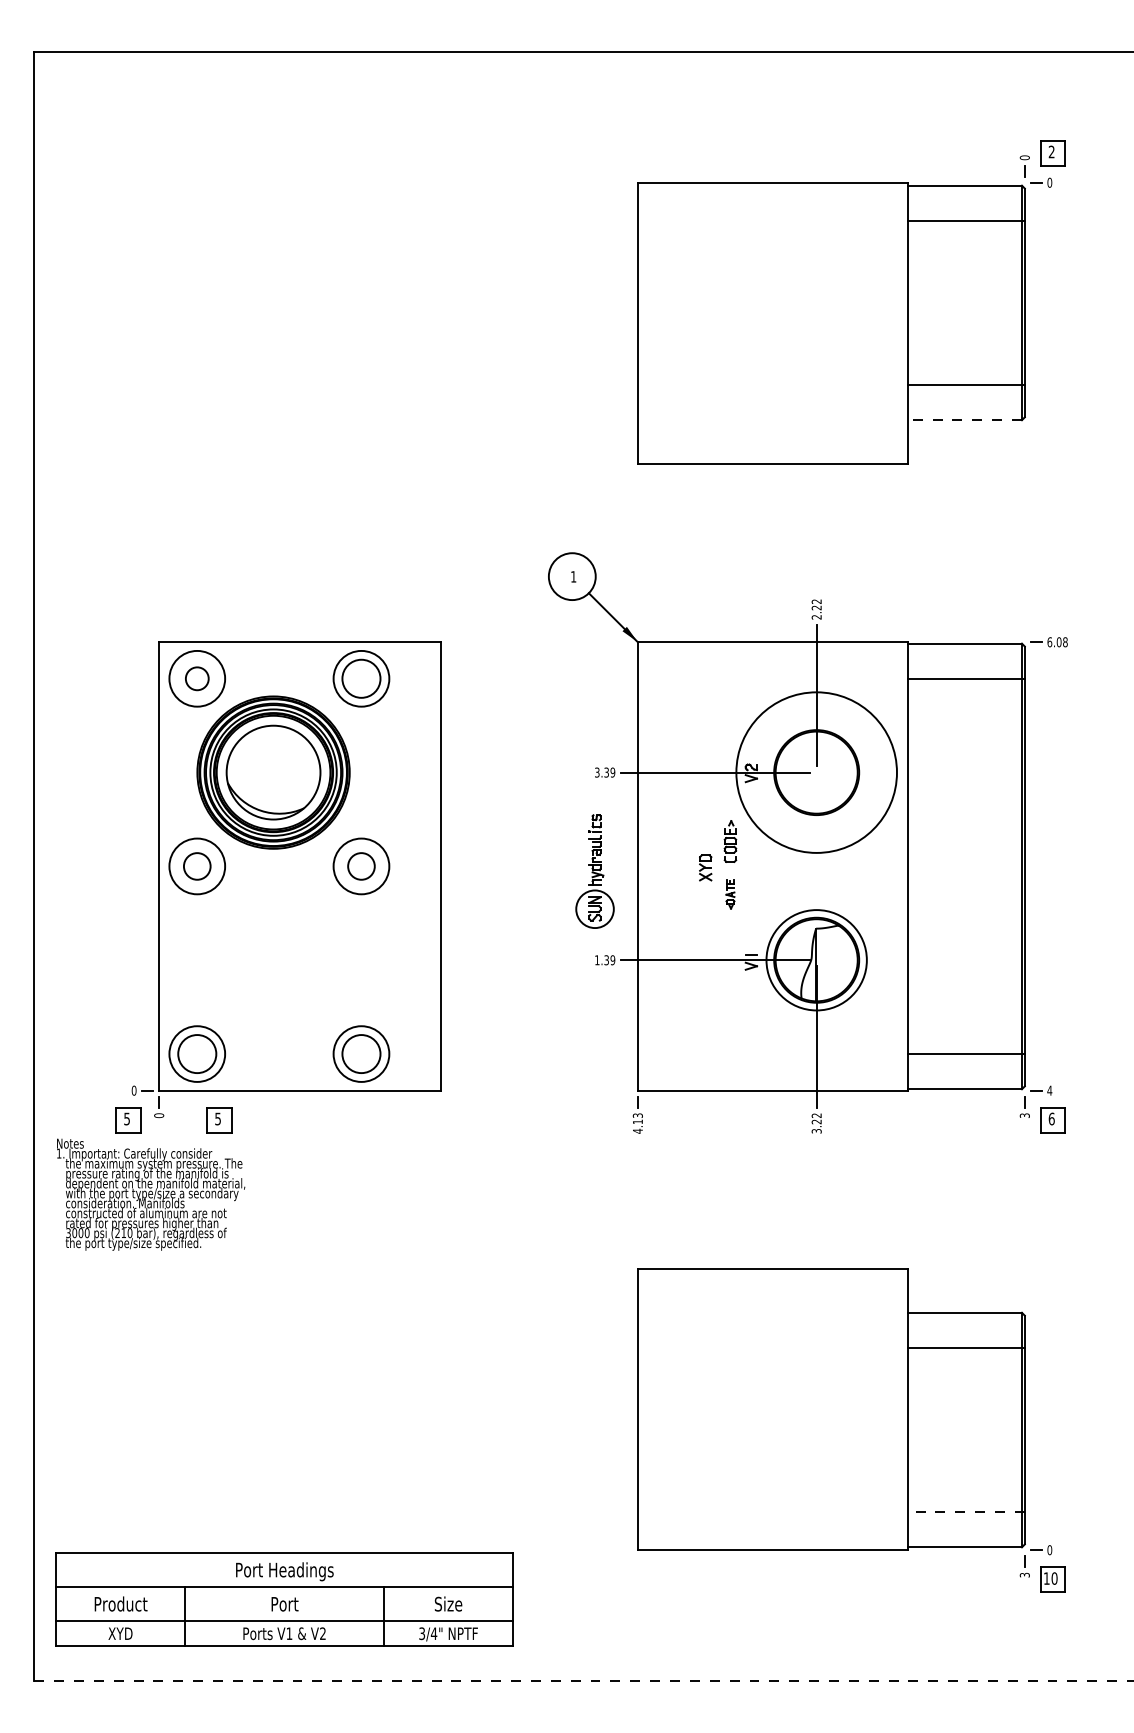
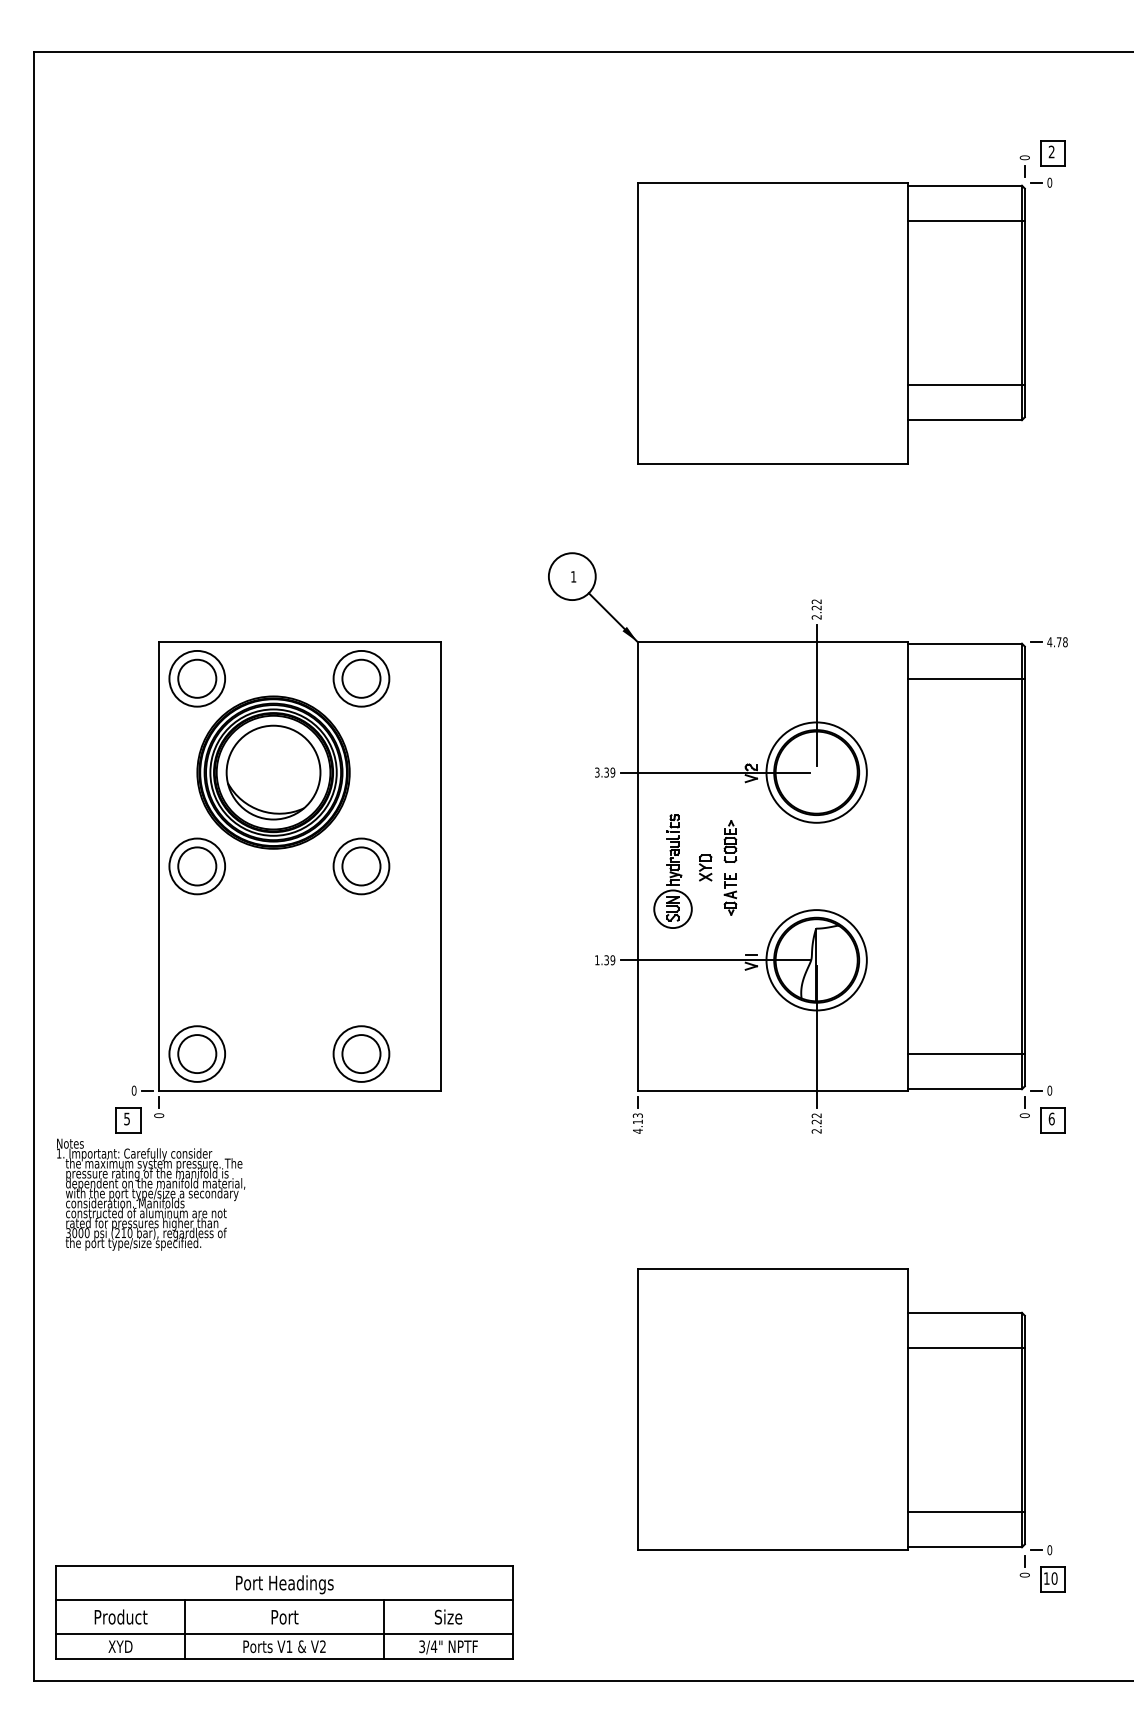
line at (964, 420): dashed -> solid
text at (1054, 642): 6.08 -> 4.78
circle at (196, 678) diameter: 23 px -> 38 px
circle at (816, 772) diameter: 161 px -> 100 px
circle at (196, 866) diameter: 27 px -> 38 px
circle at (361, 866) diameter: 27 px -> 38 px
part at (594, 871) position: (594, 871) -> (672, 871)
part at (730, 894) size: 11x31 px -> 15x43 px
text at (1049, 1090): 4 -> 0
text at (1024, 1115): 3 -> 0
part at (219, 1120): present -> none
text at (816, 1131): 3.22 -> 2.22
line at (966, 1512): dashed -> solid
text at (1024, 1574): 3 -> 0
part at (284, 1599) position: (284, 1599) -> (284, 1612)
line at (584, 1681): dashed -> solid
